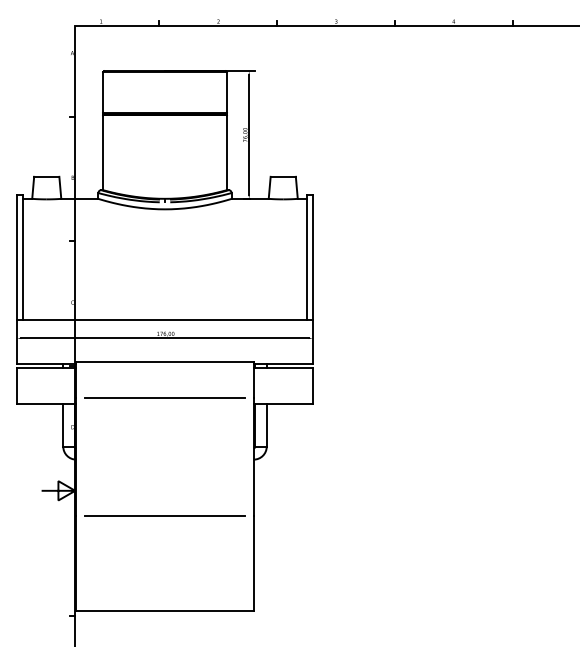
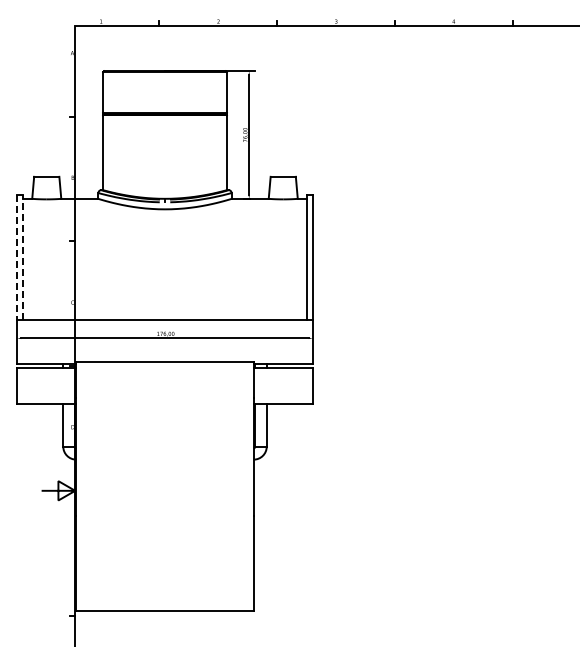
line at (17, 257): solid -> dashed
line at (23, 257): solid -> dashed
line at (164, 397): present -> none
line at (164, 515): present -> none
